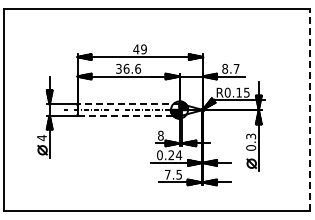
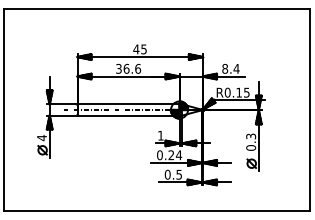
text at (143, 48): 49 -> 45
text at (236, 68): 8.7 -> 8.4
line at (128, 104): dashed -> solid
line at (310, 109): dashed -> solid
line at (128, 115): dashed -> solid
text at (160, 135): 8 -> 1
text at (167, 174): 7.5 -> 0.5
